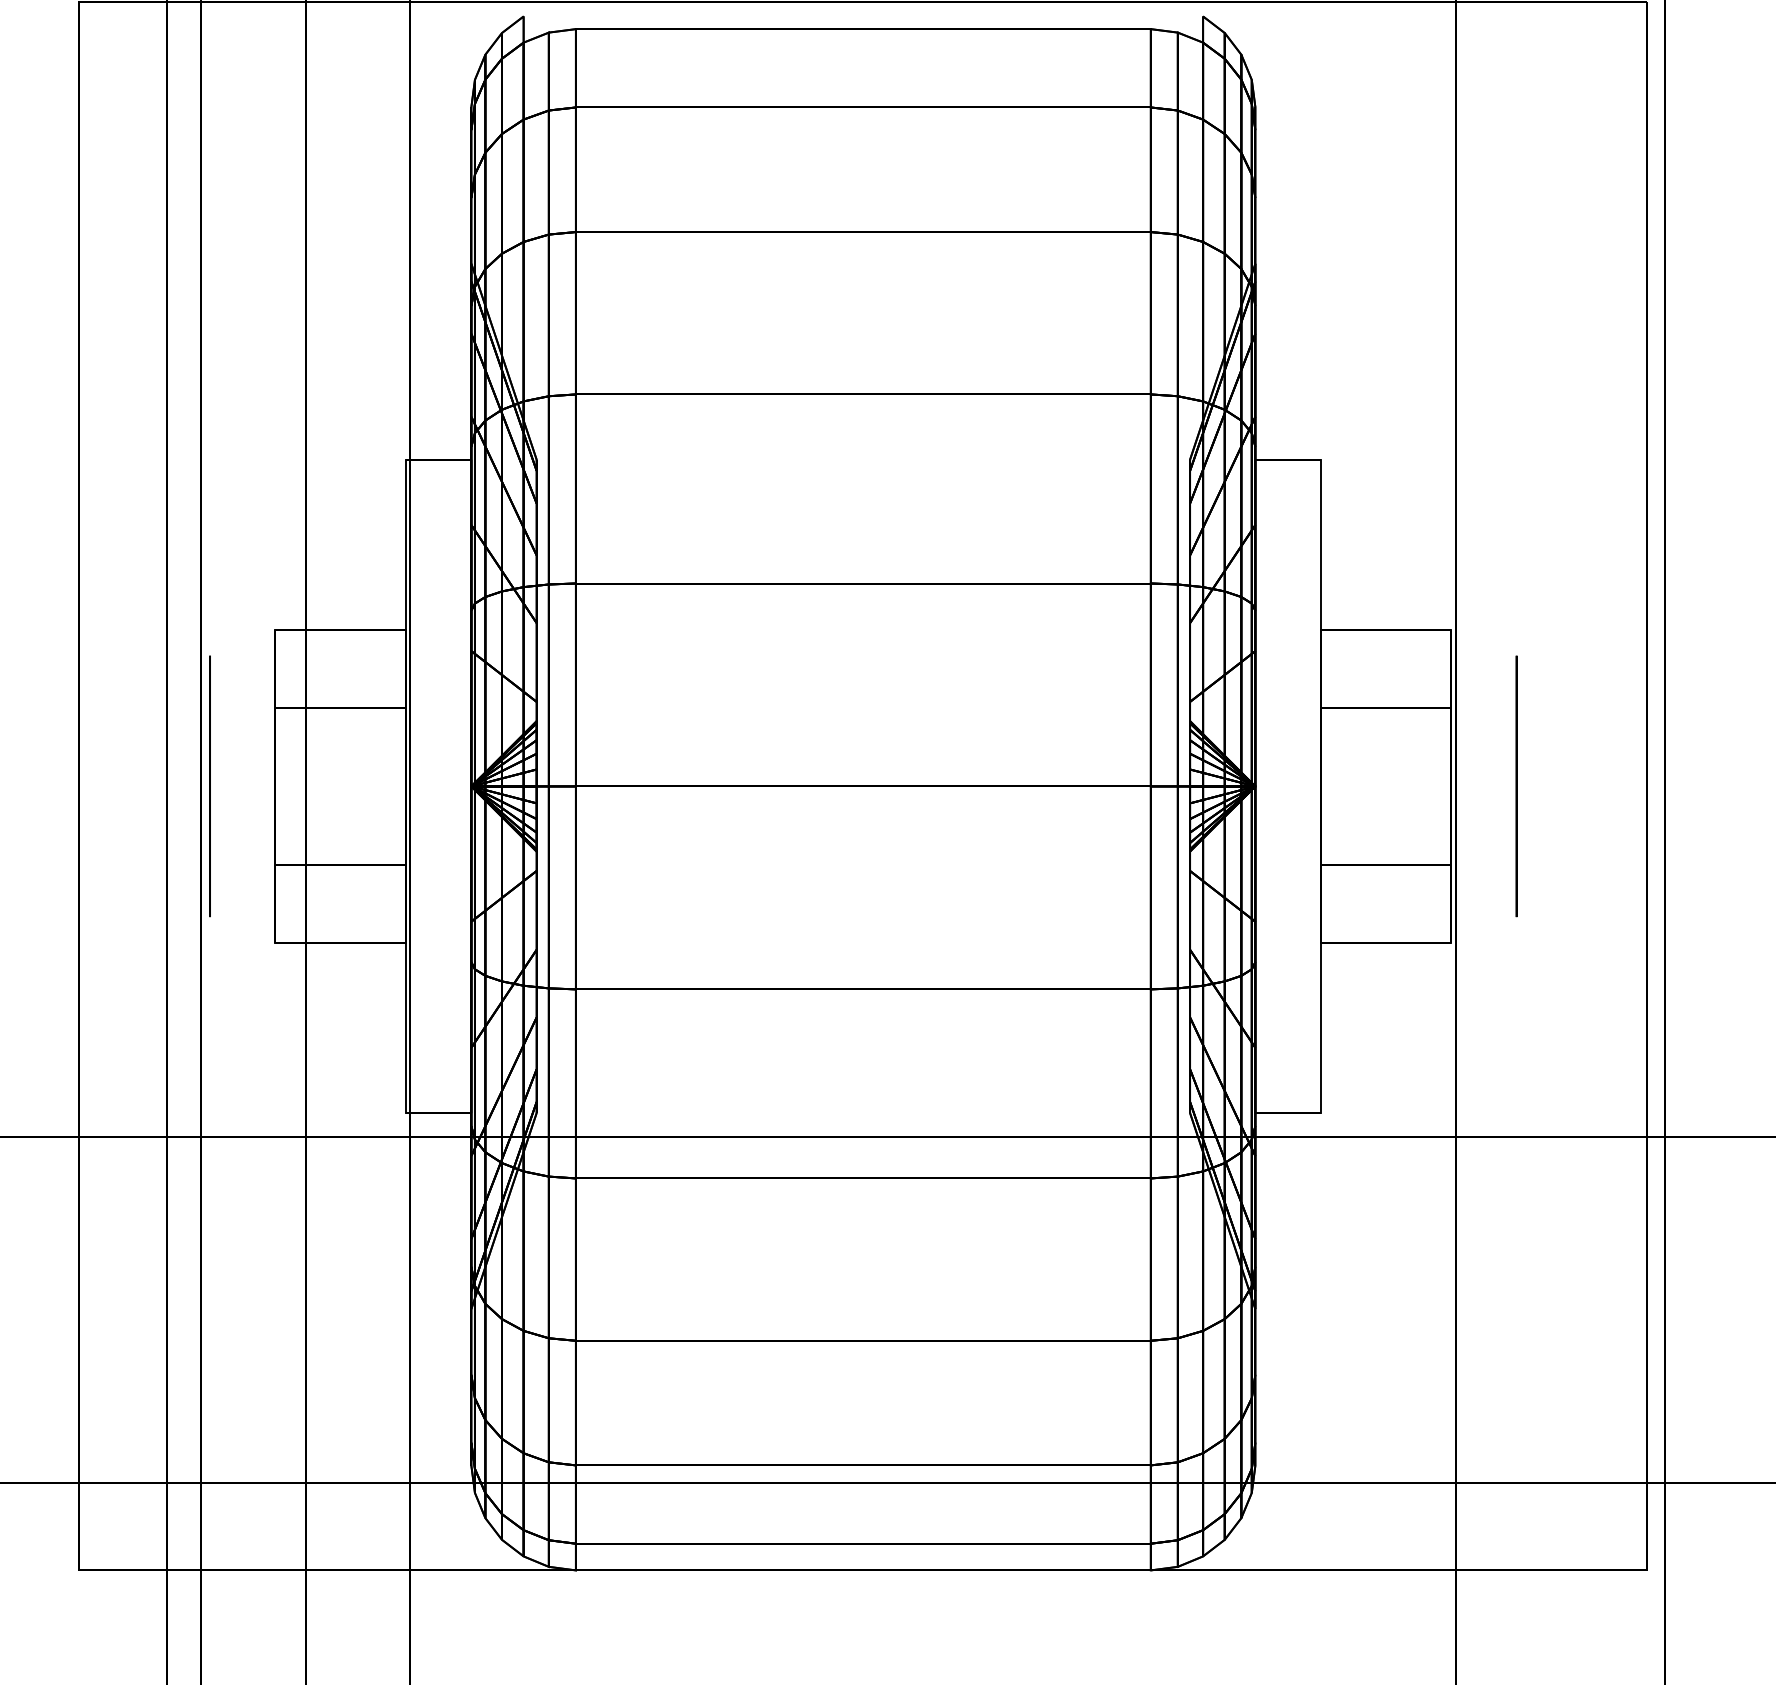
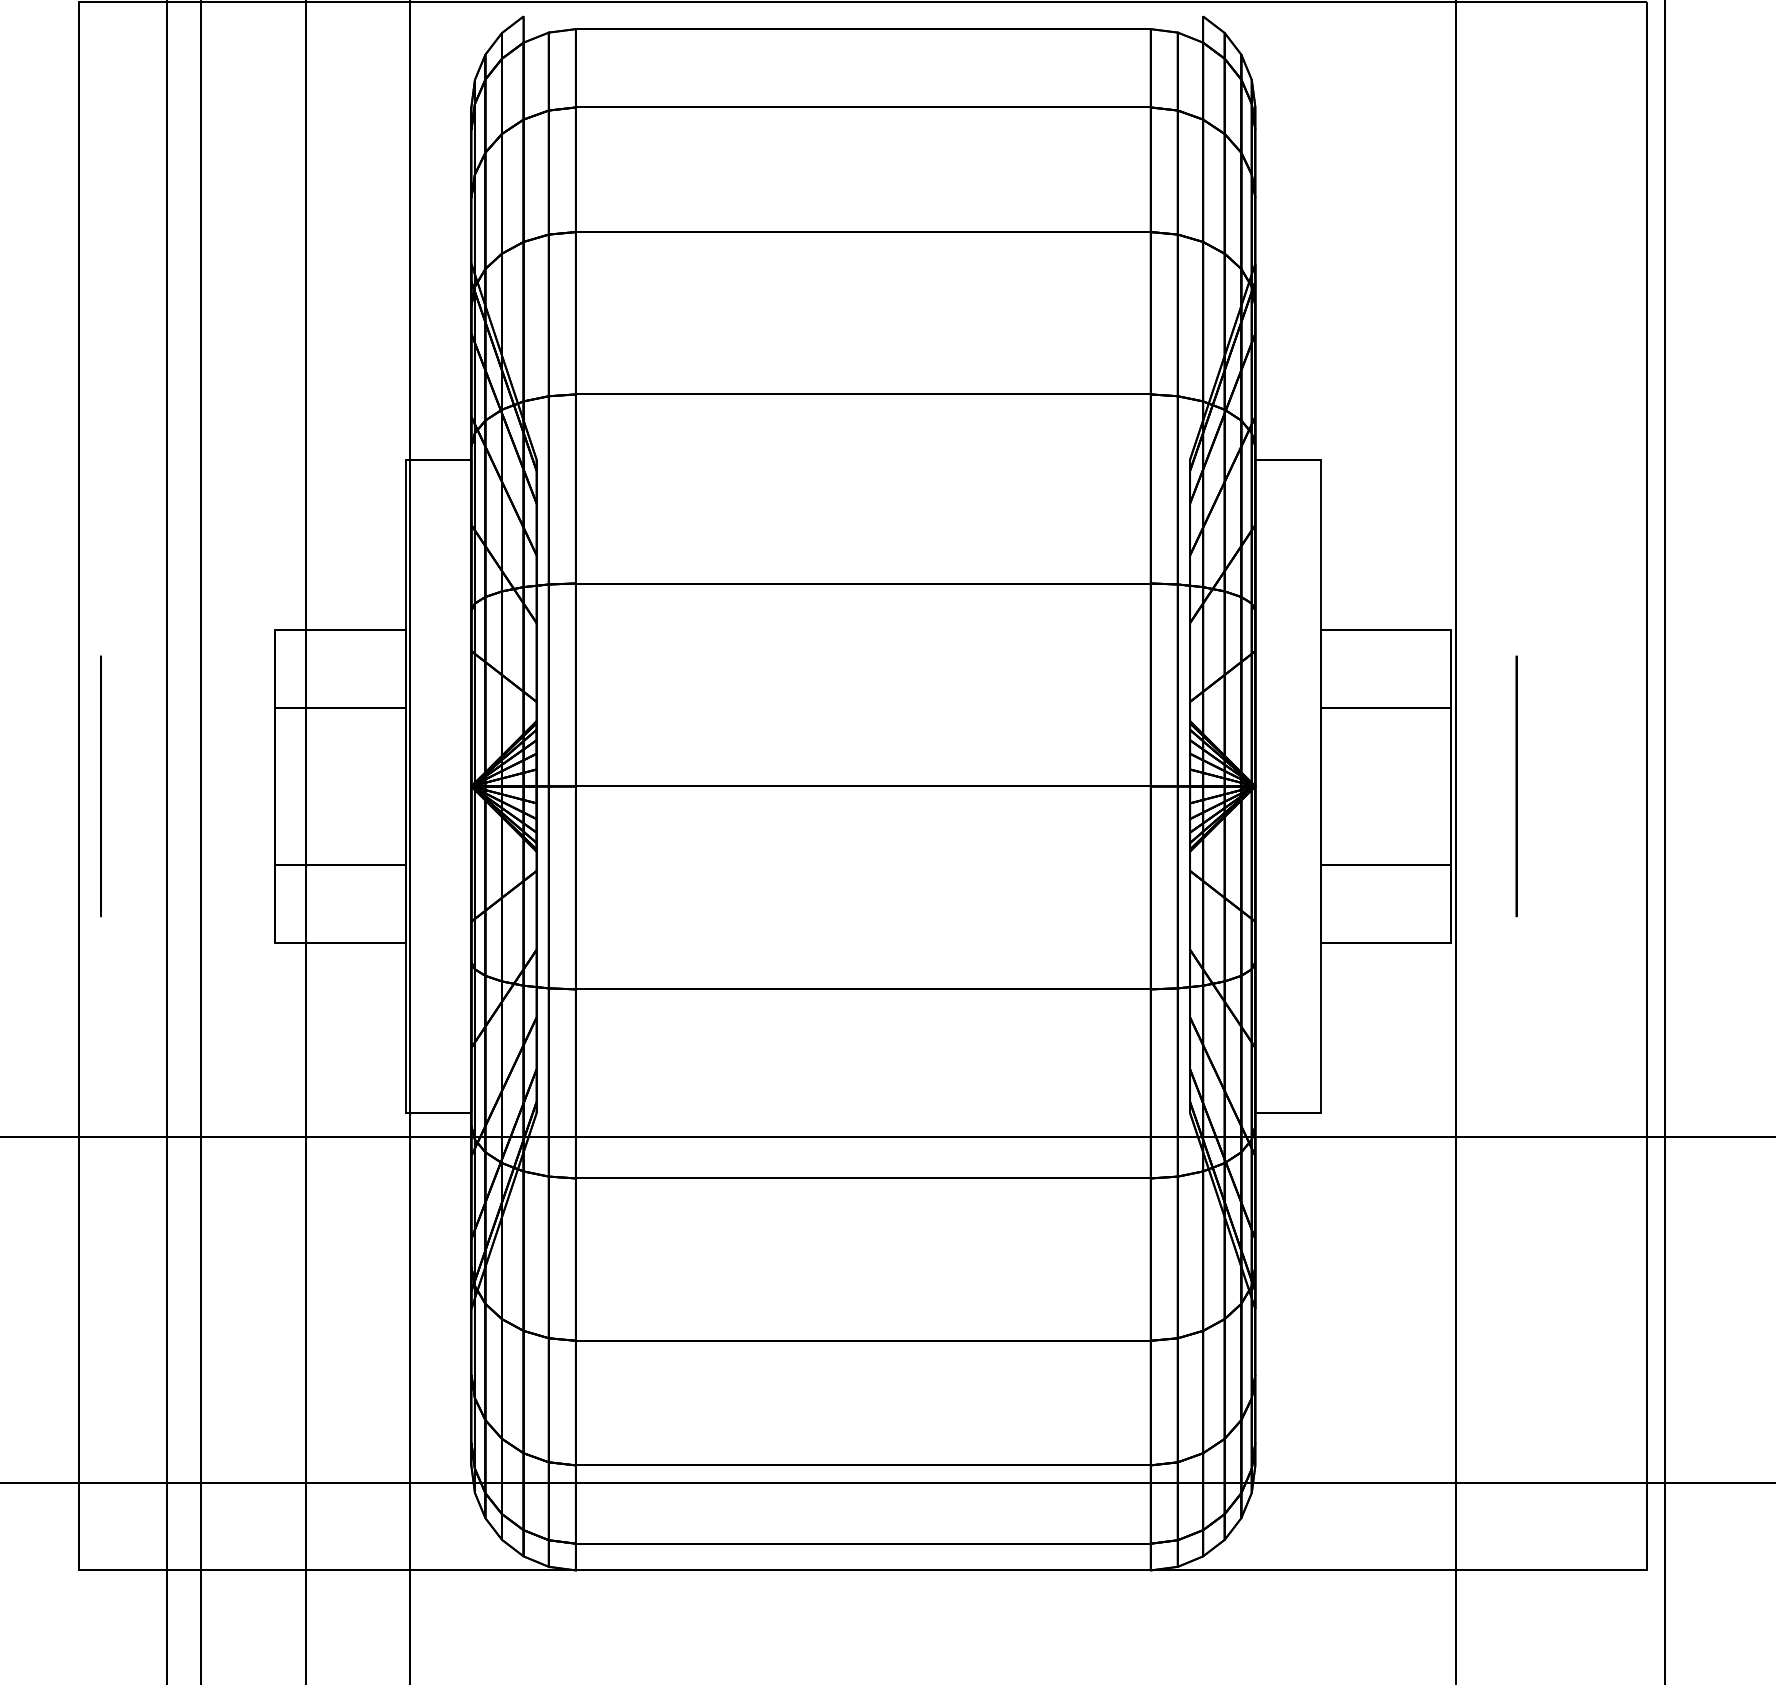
circle at (209, 786) position: (209, 786) -> (100, 786)
